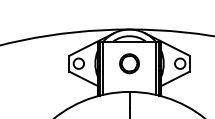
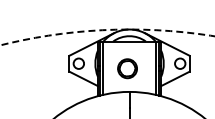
circle at (107, 37): solid -> dashed
part at (129, 63) position: (129, 63) -> (127, 68)
